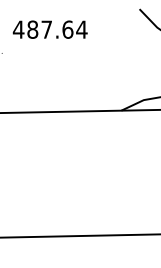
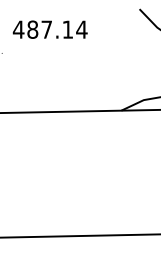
text at (67, 29): 487.64 -> 487.14
